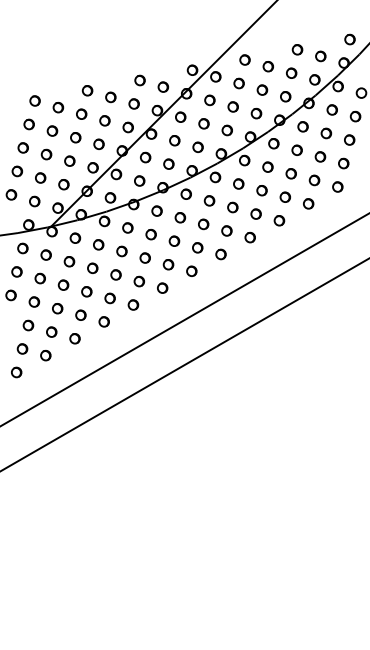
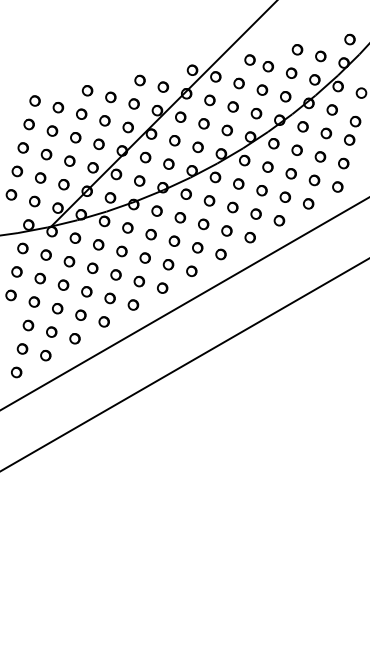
part at (244, 59) position: (244, 59) -> (249, 59)
part at (355, 116) position: (355, 116) -> (355, 121)
line at (184, 320) position: (184, 320) -> (184, 303)
